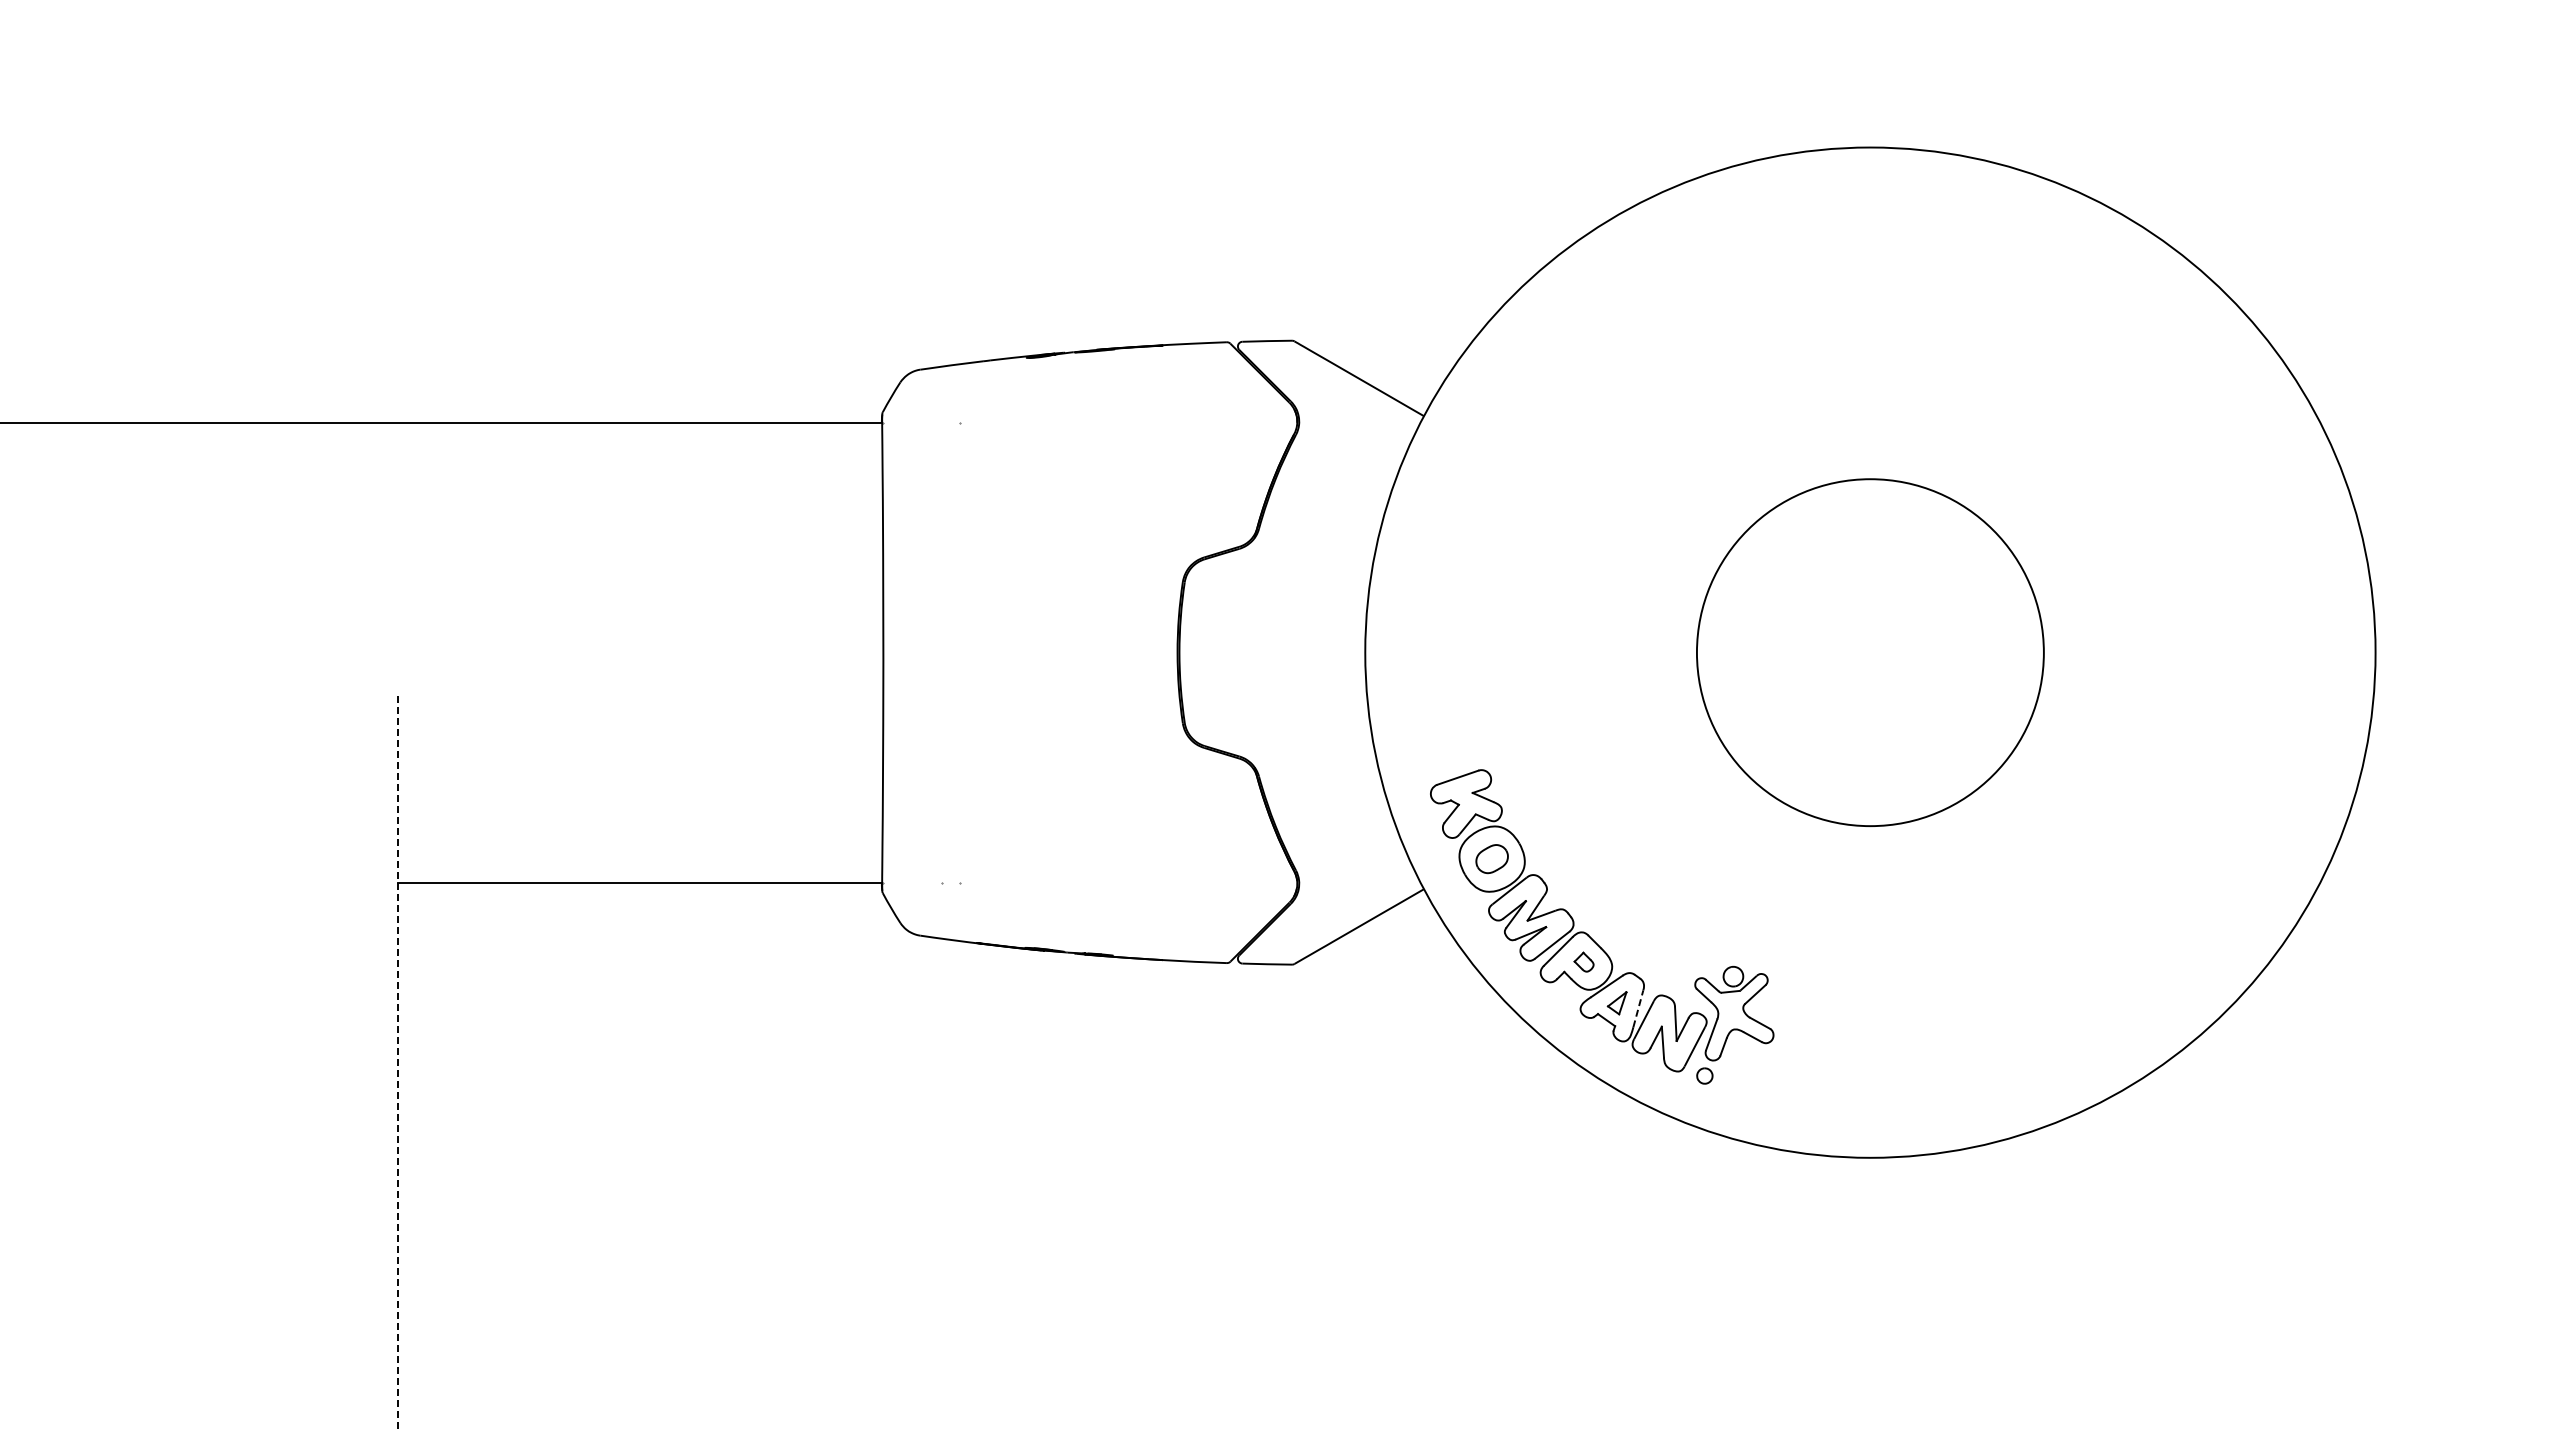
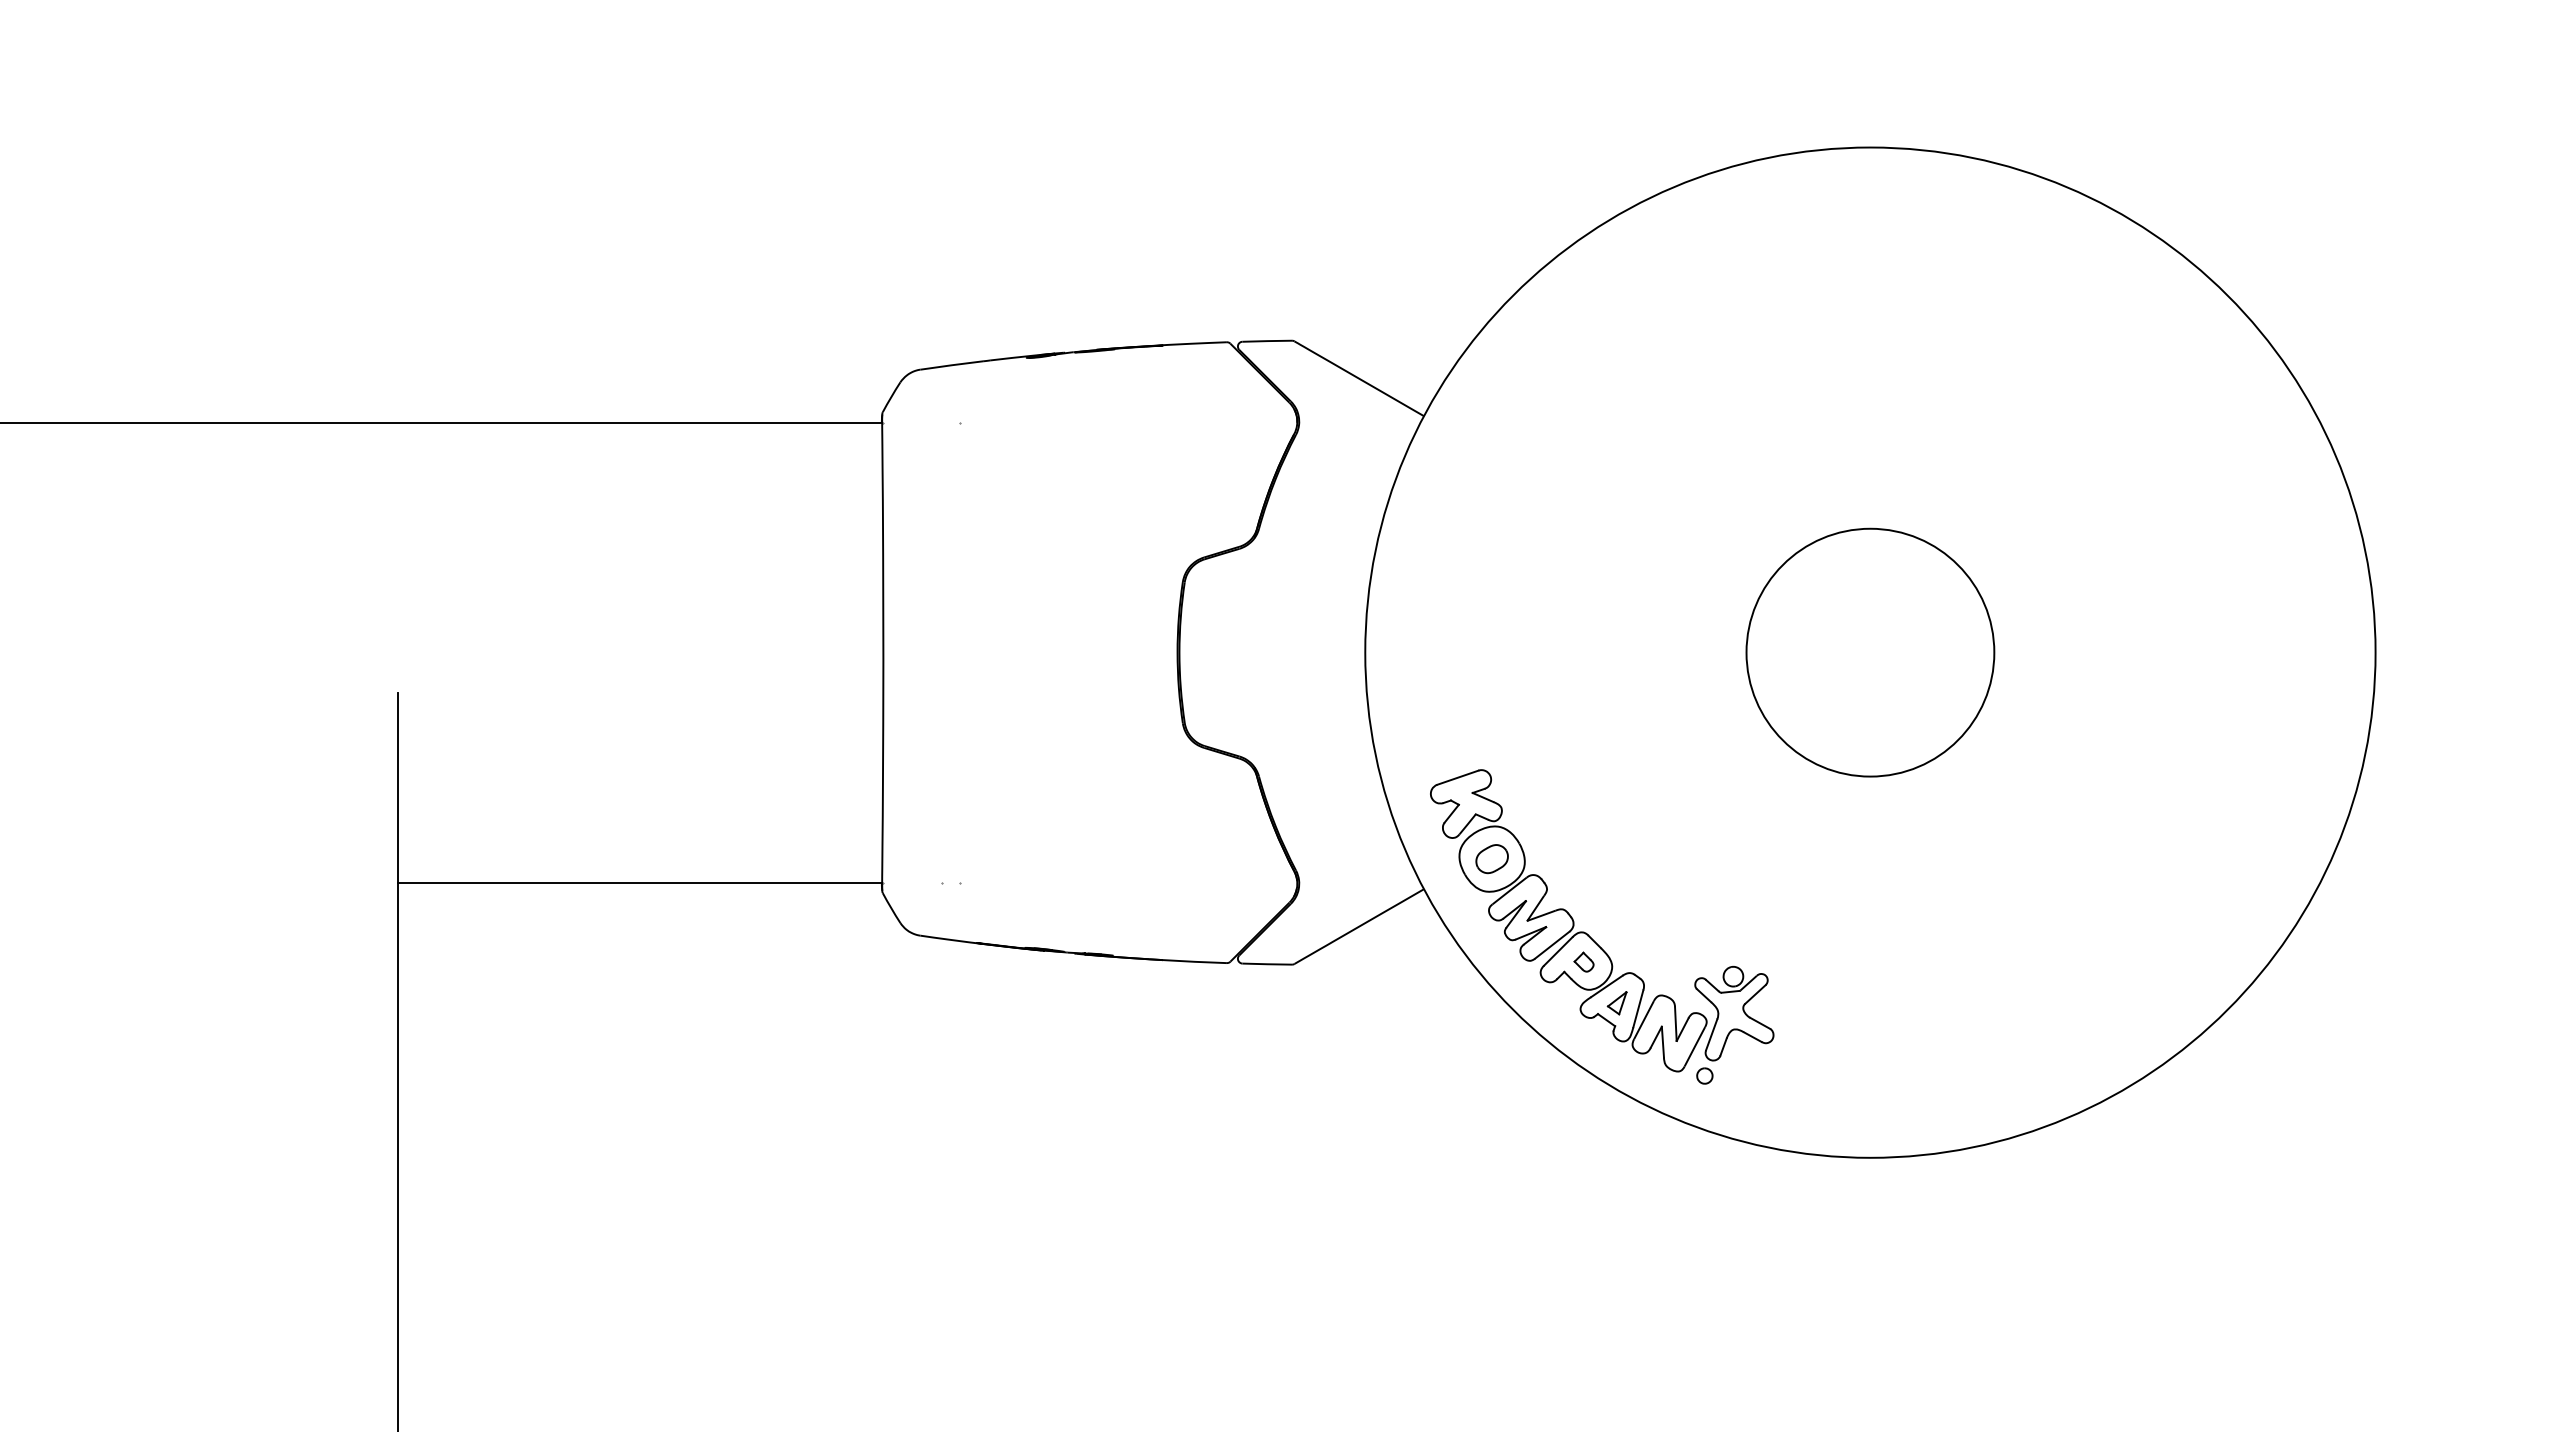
circle at (1869, 652) diameter: 347 px -> 248 px
line at (1638, 1008): dashed -> solid
line at (397, 1061): dashed -> solid
